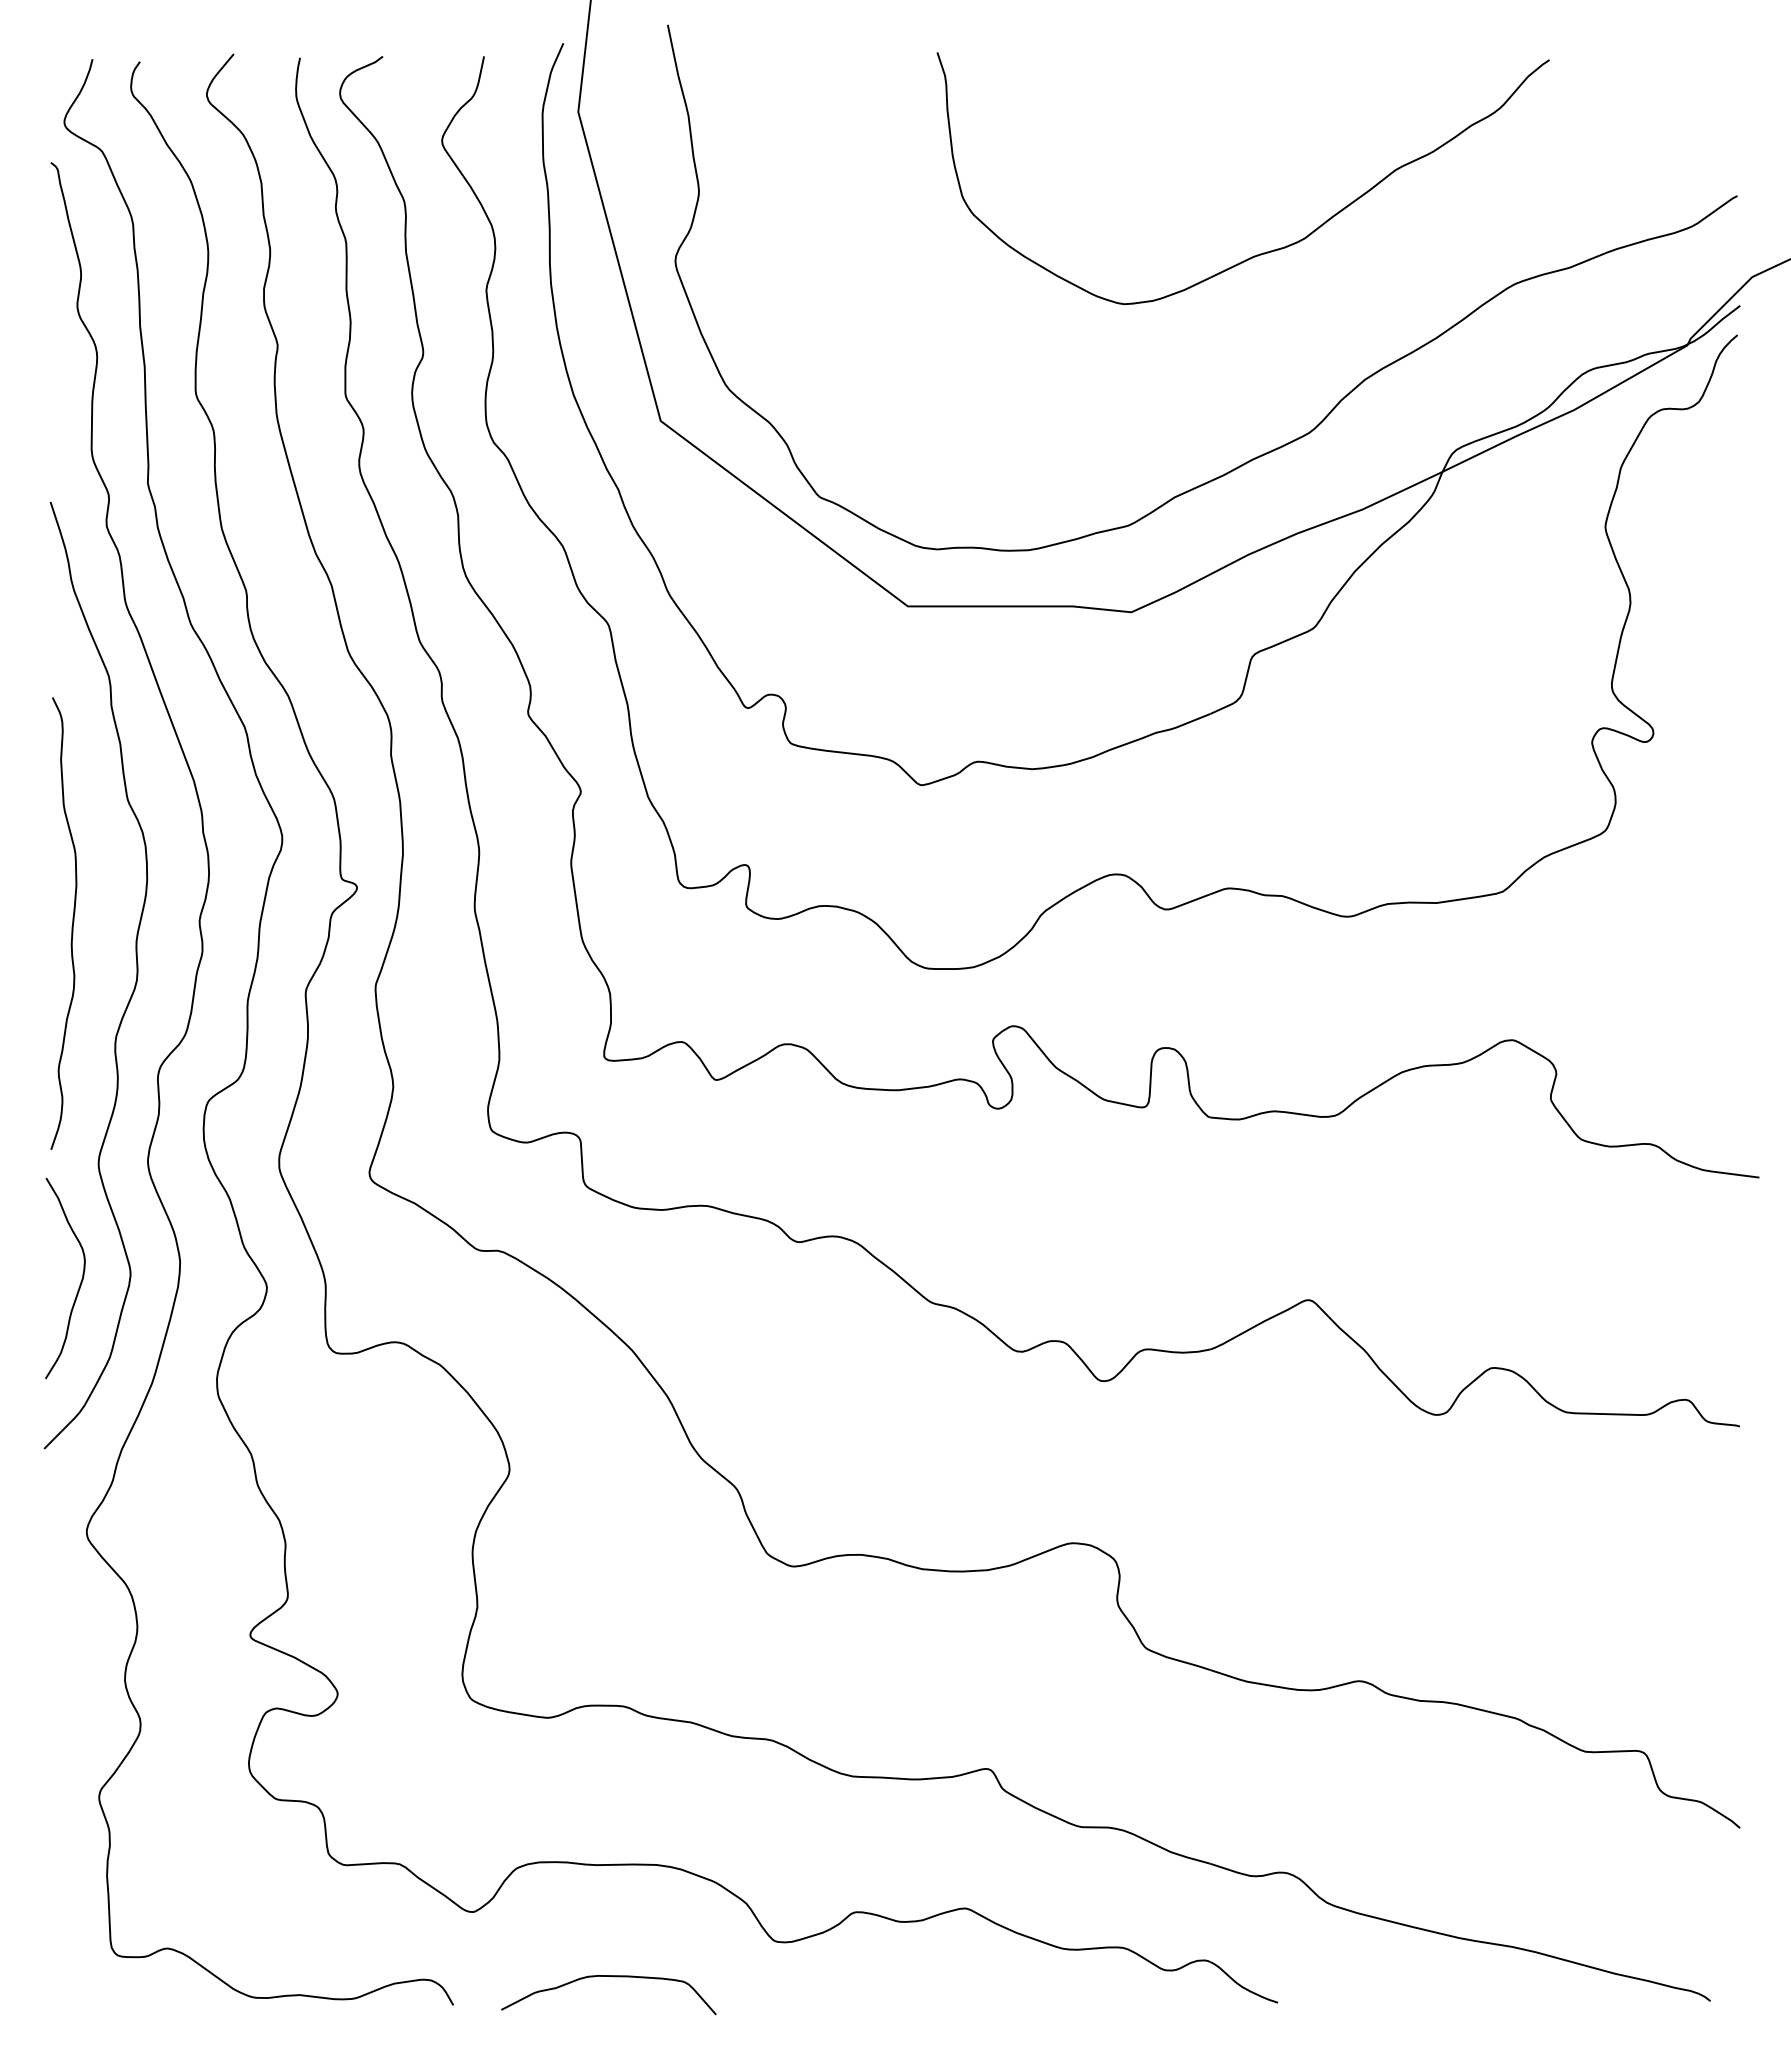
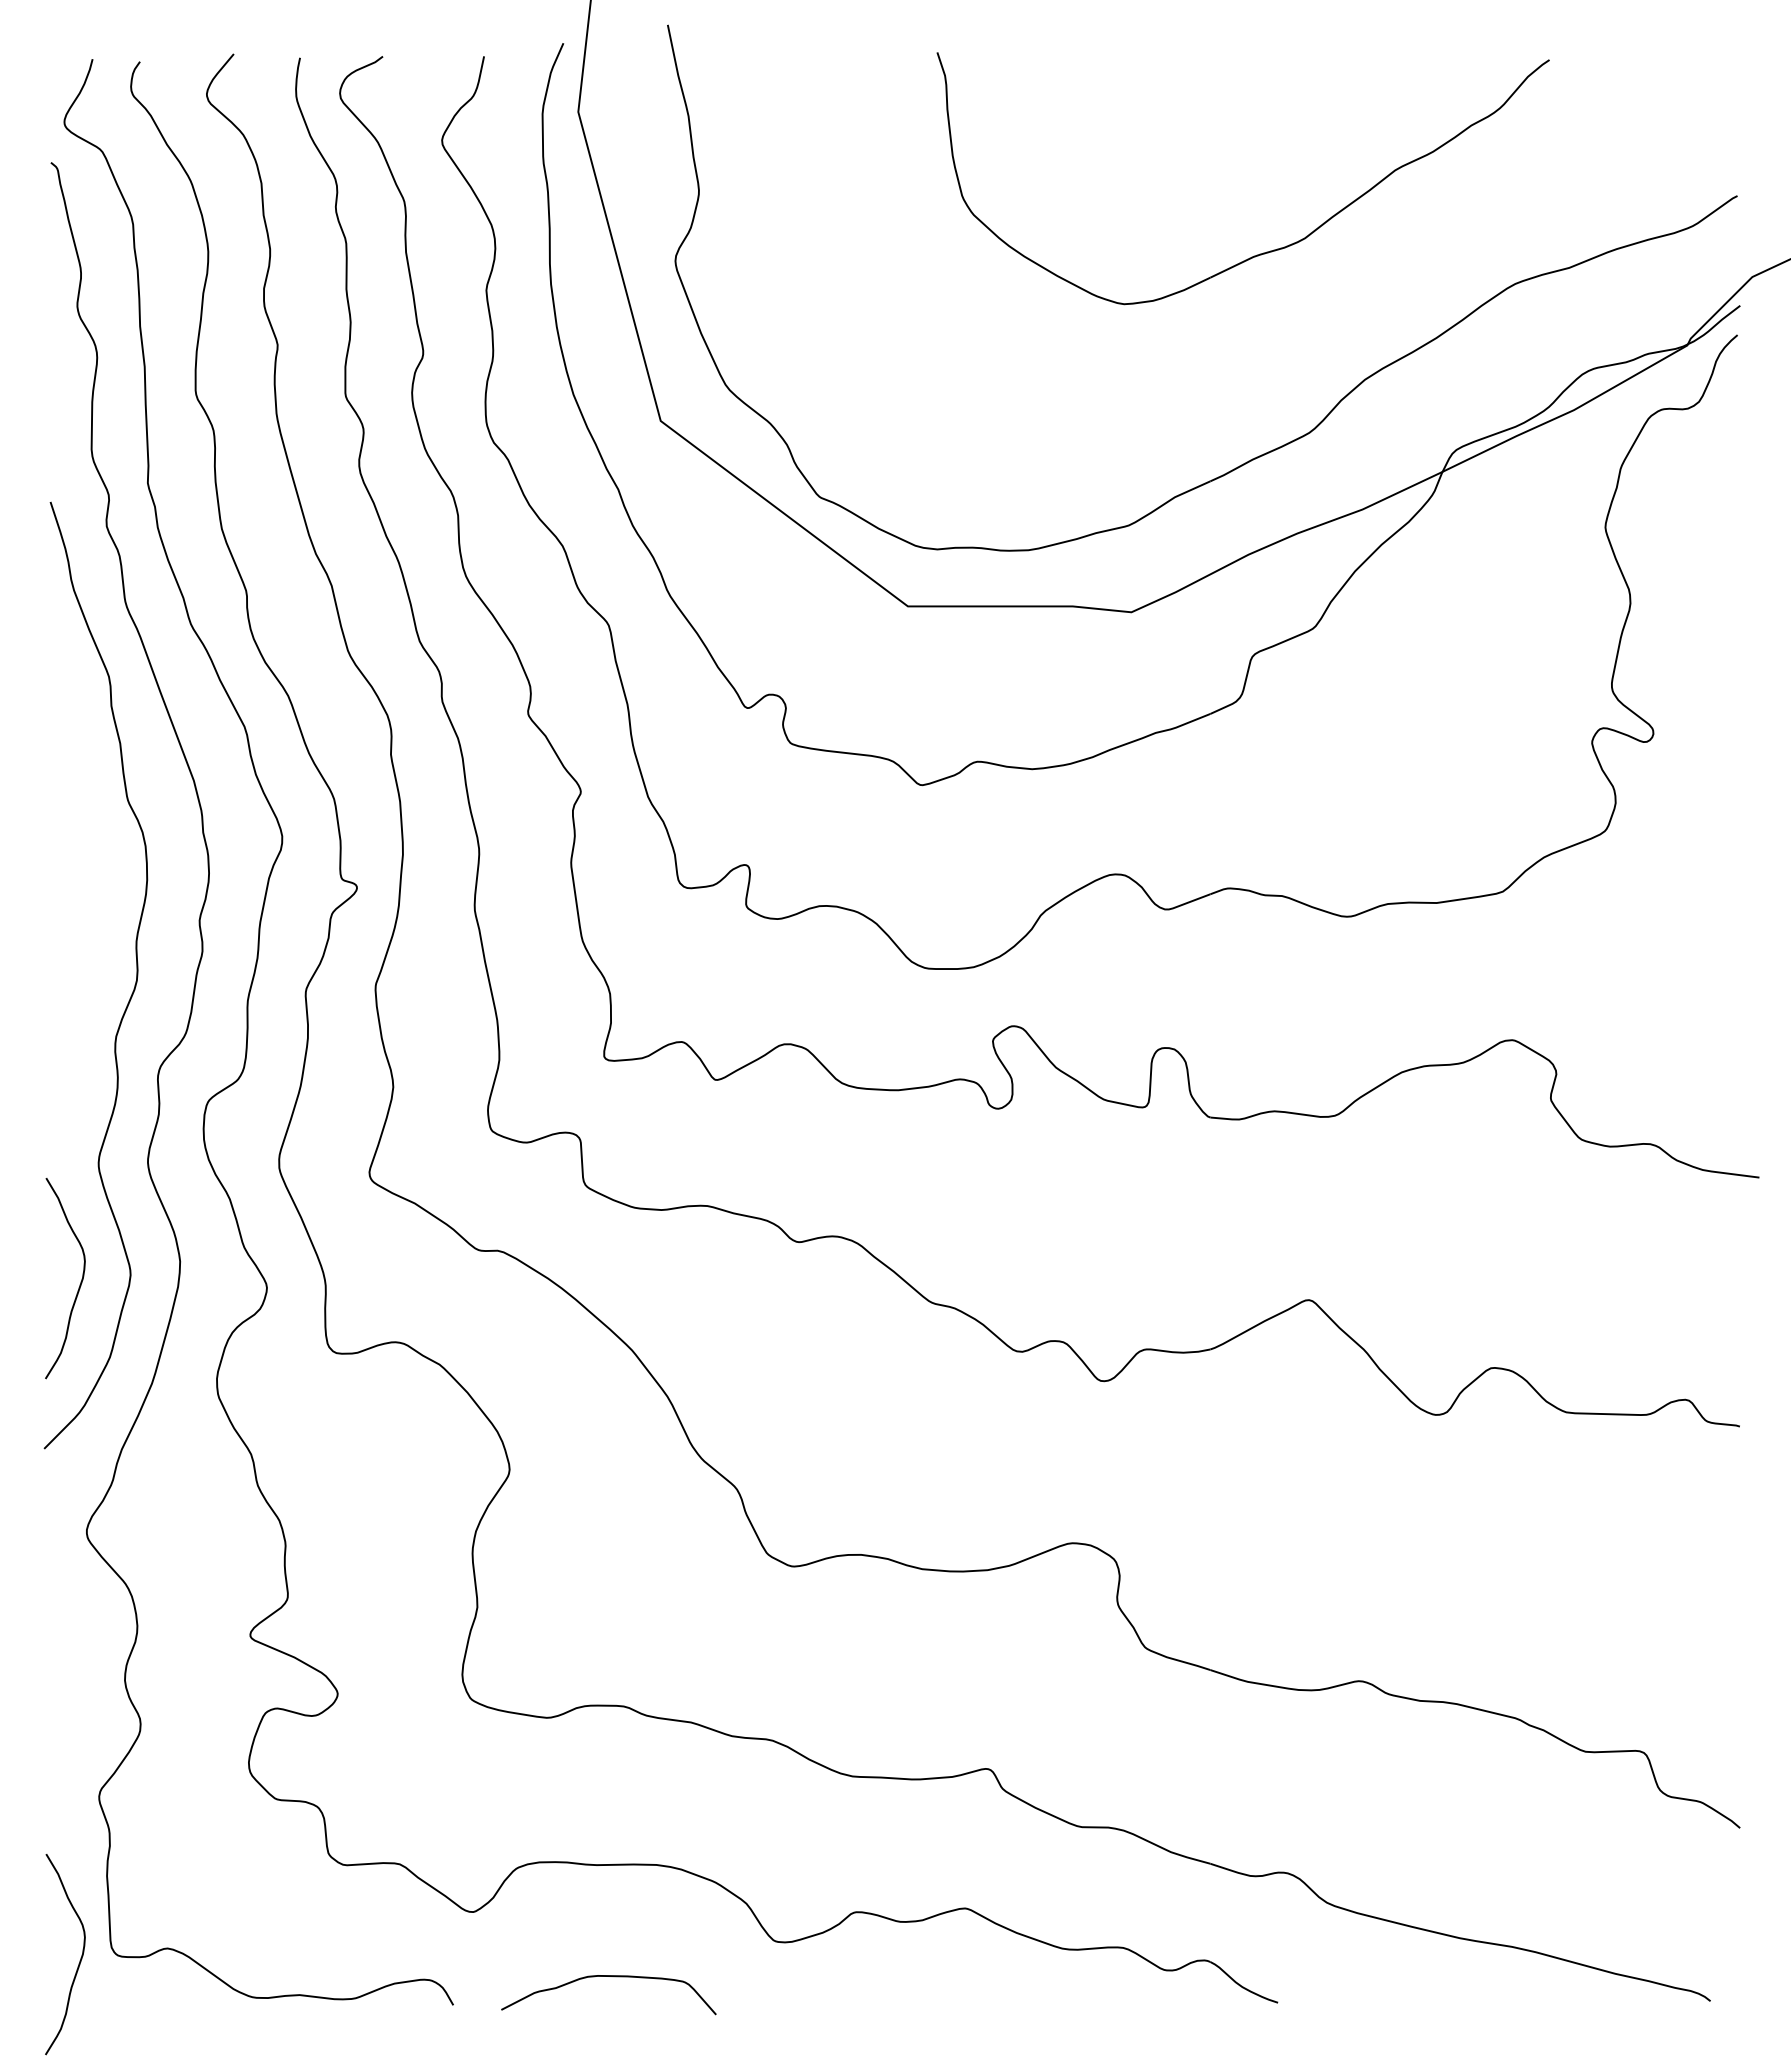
curve at (71, 926): present -> none
curve at (79, 1960): none -> present
